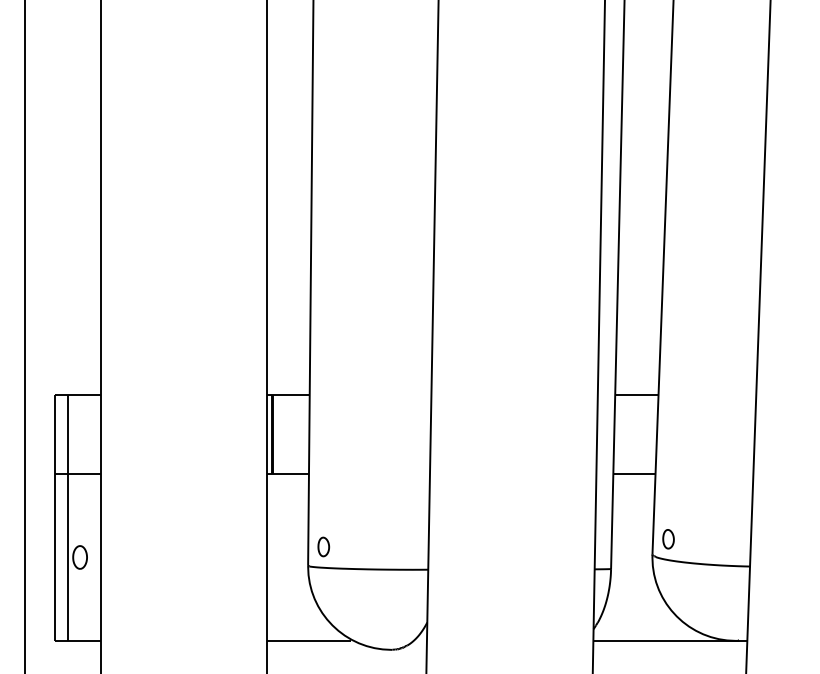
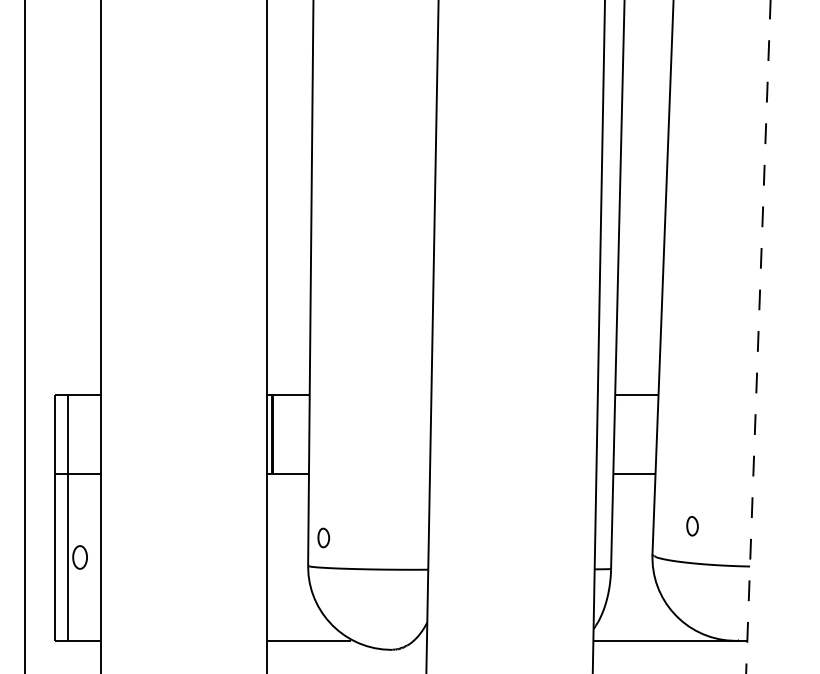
line at (758, 337): solid -> dashed
part at (668, 539) position: (668, 539) -> (692, 526)
part at (323, 546) position: (323, 546) -> (323, 537)
